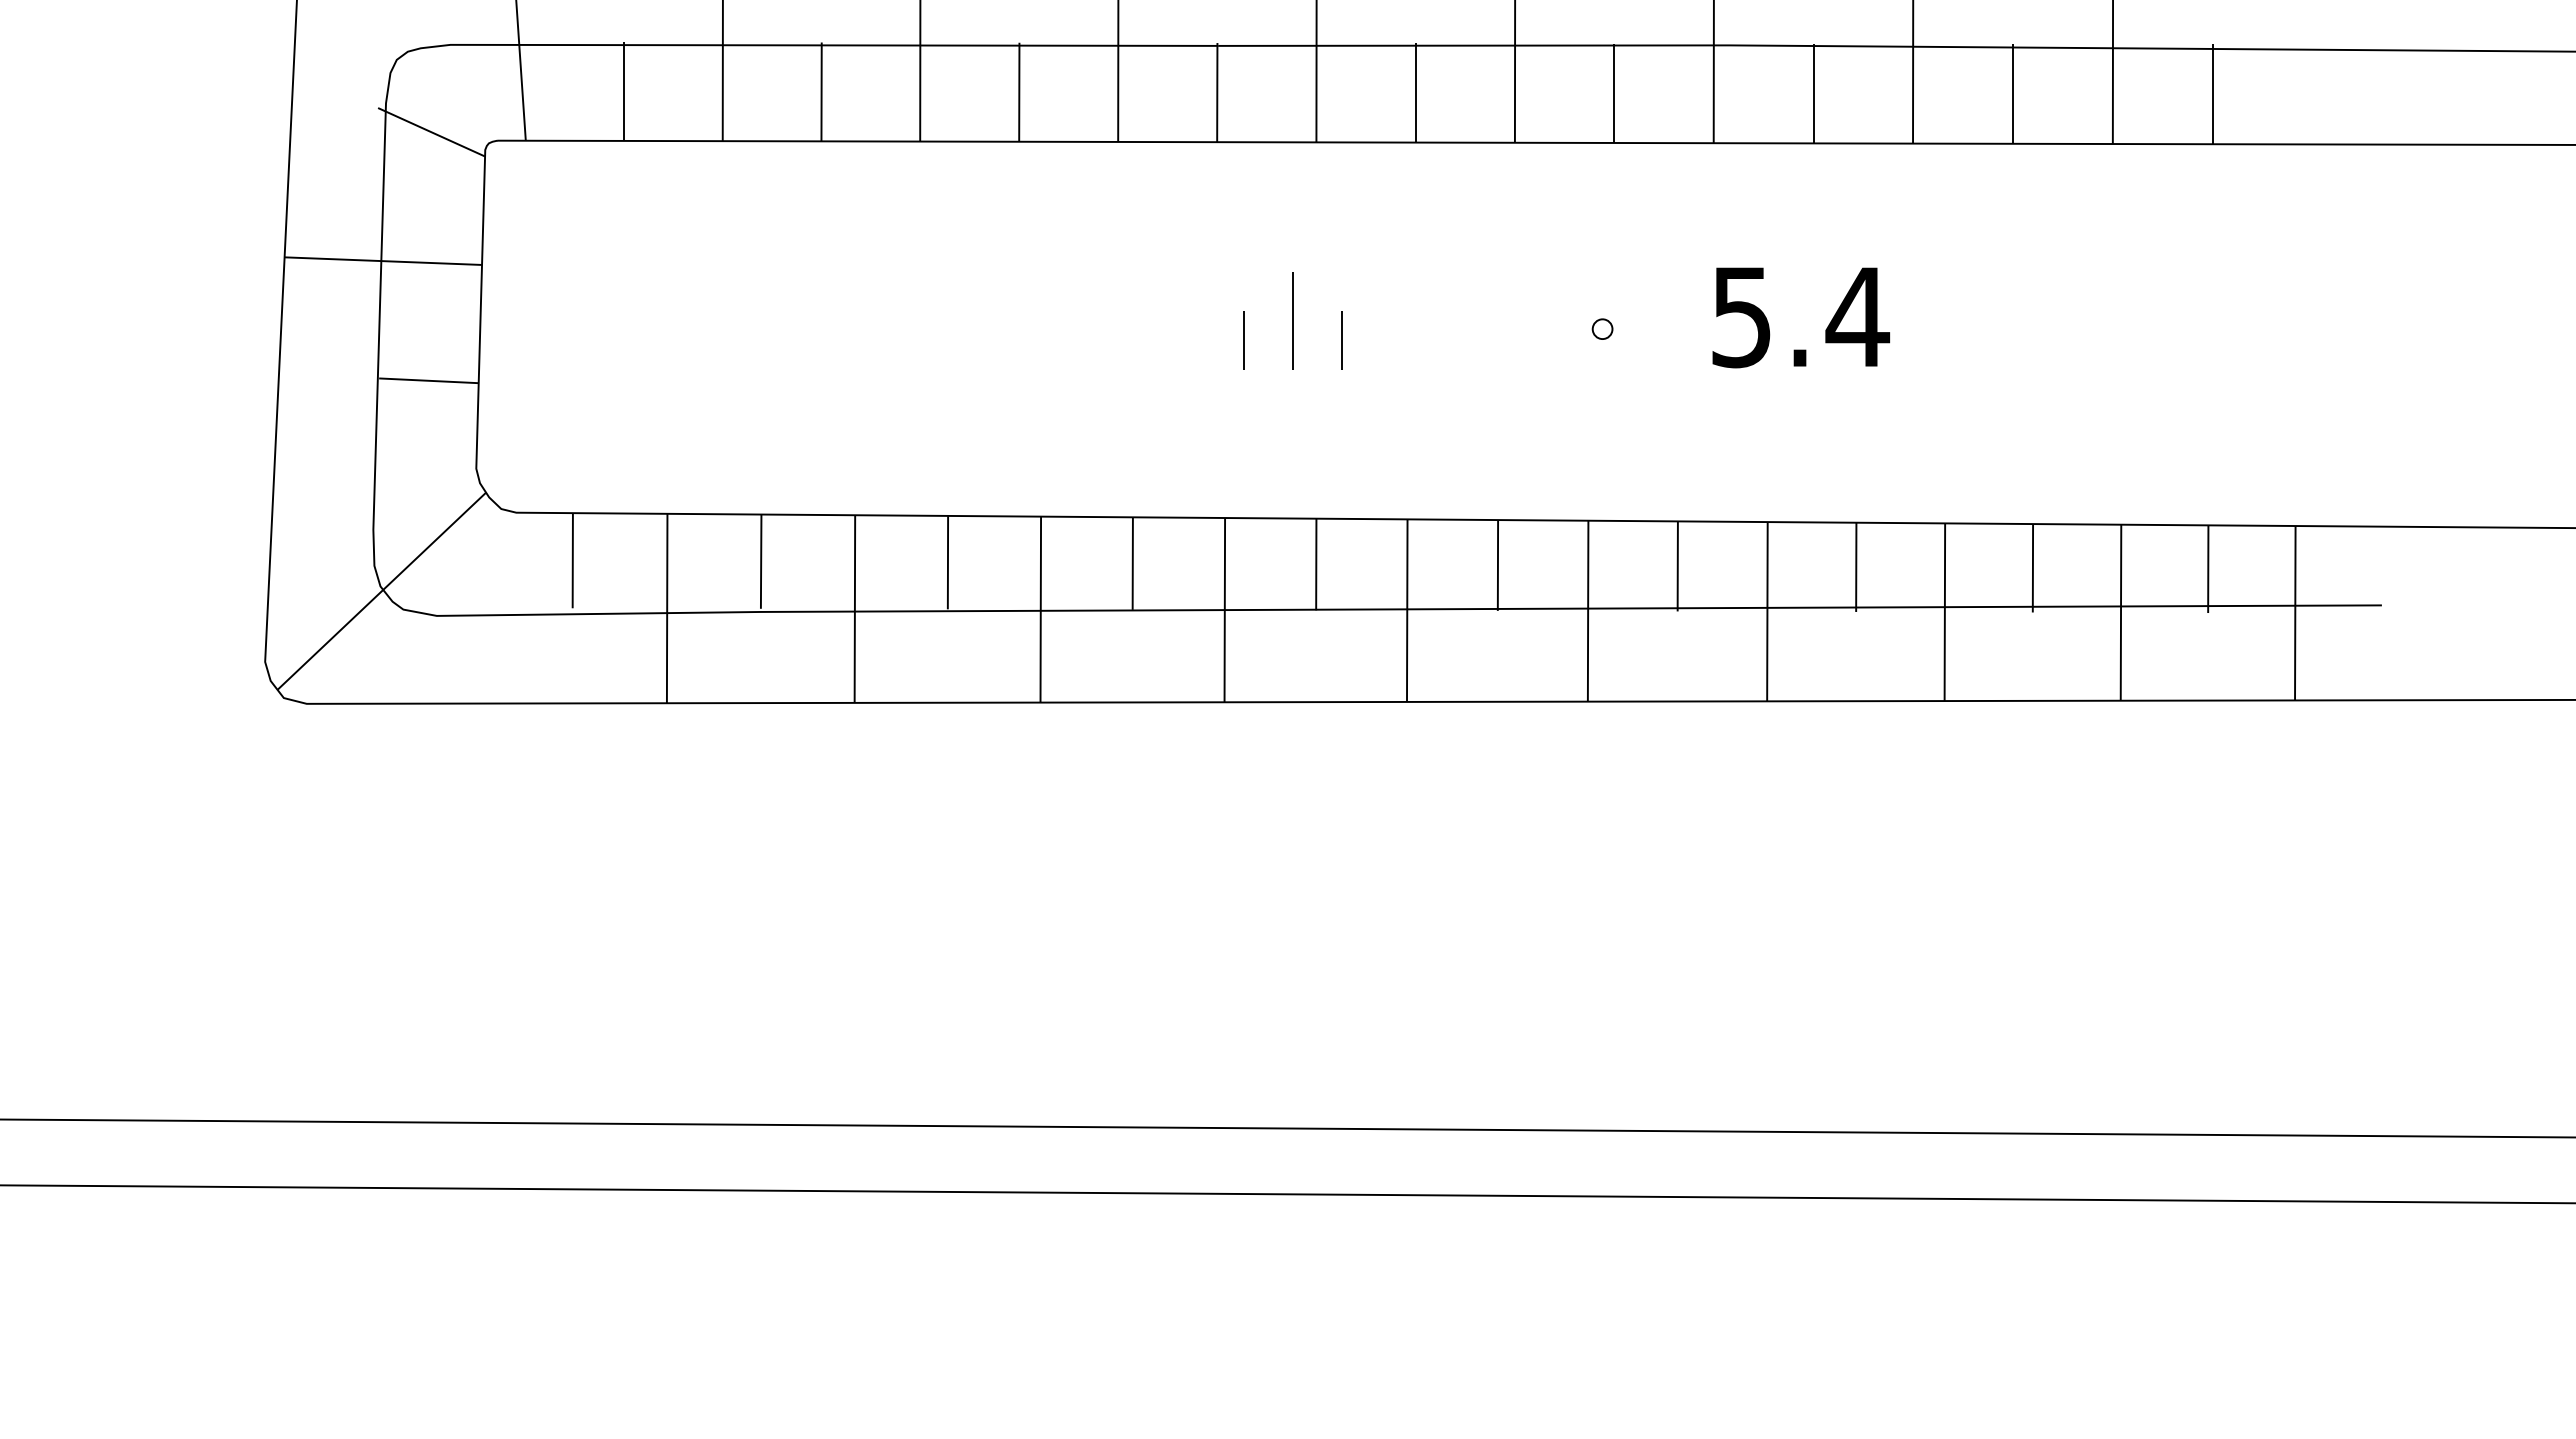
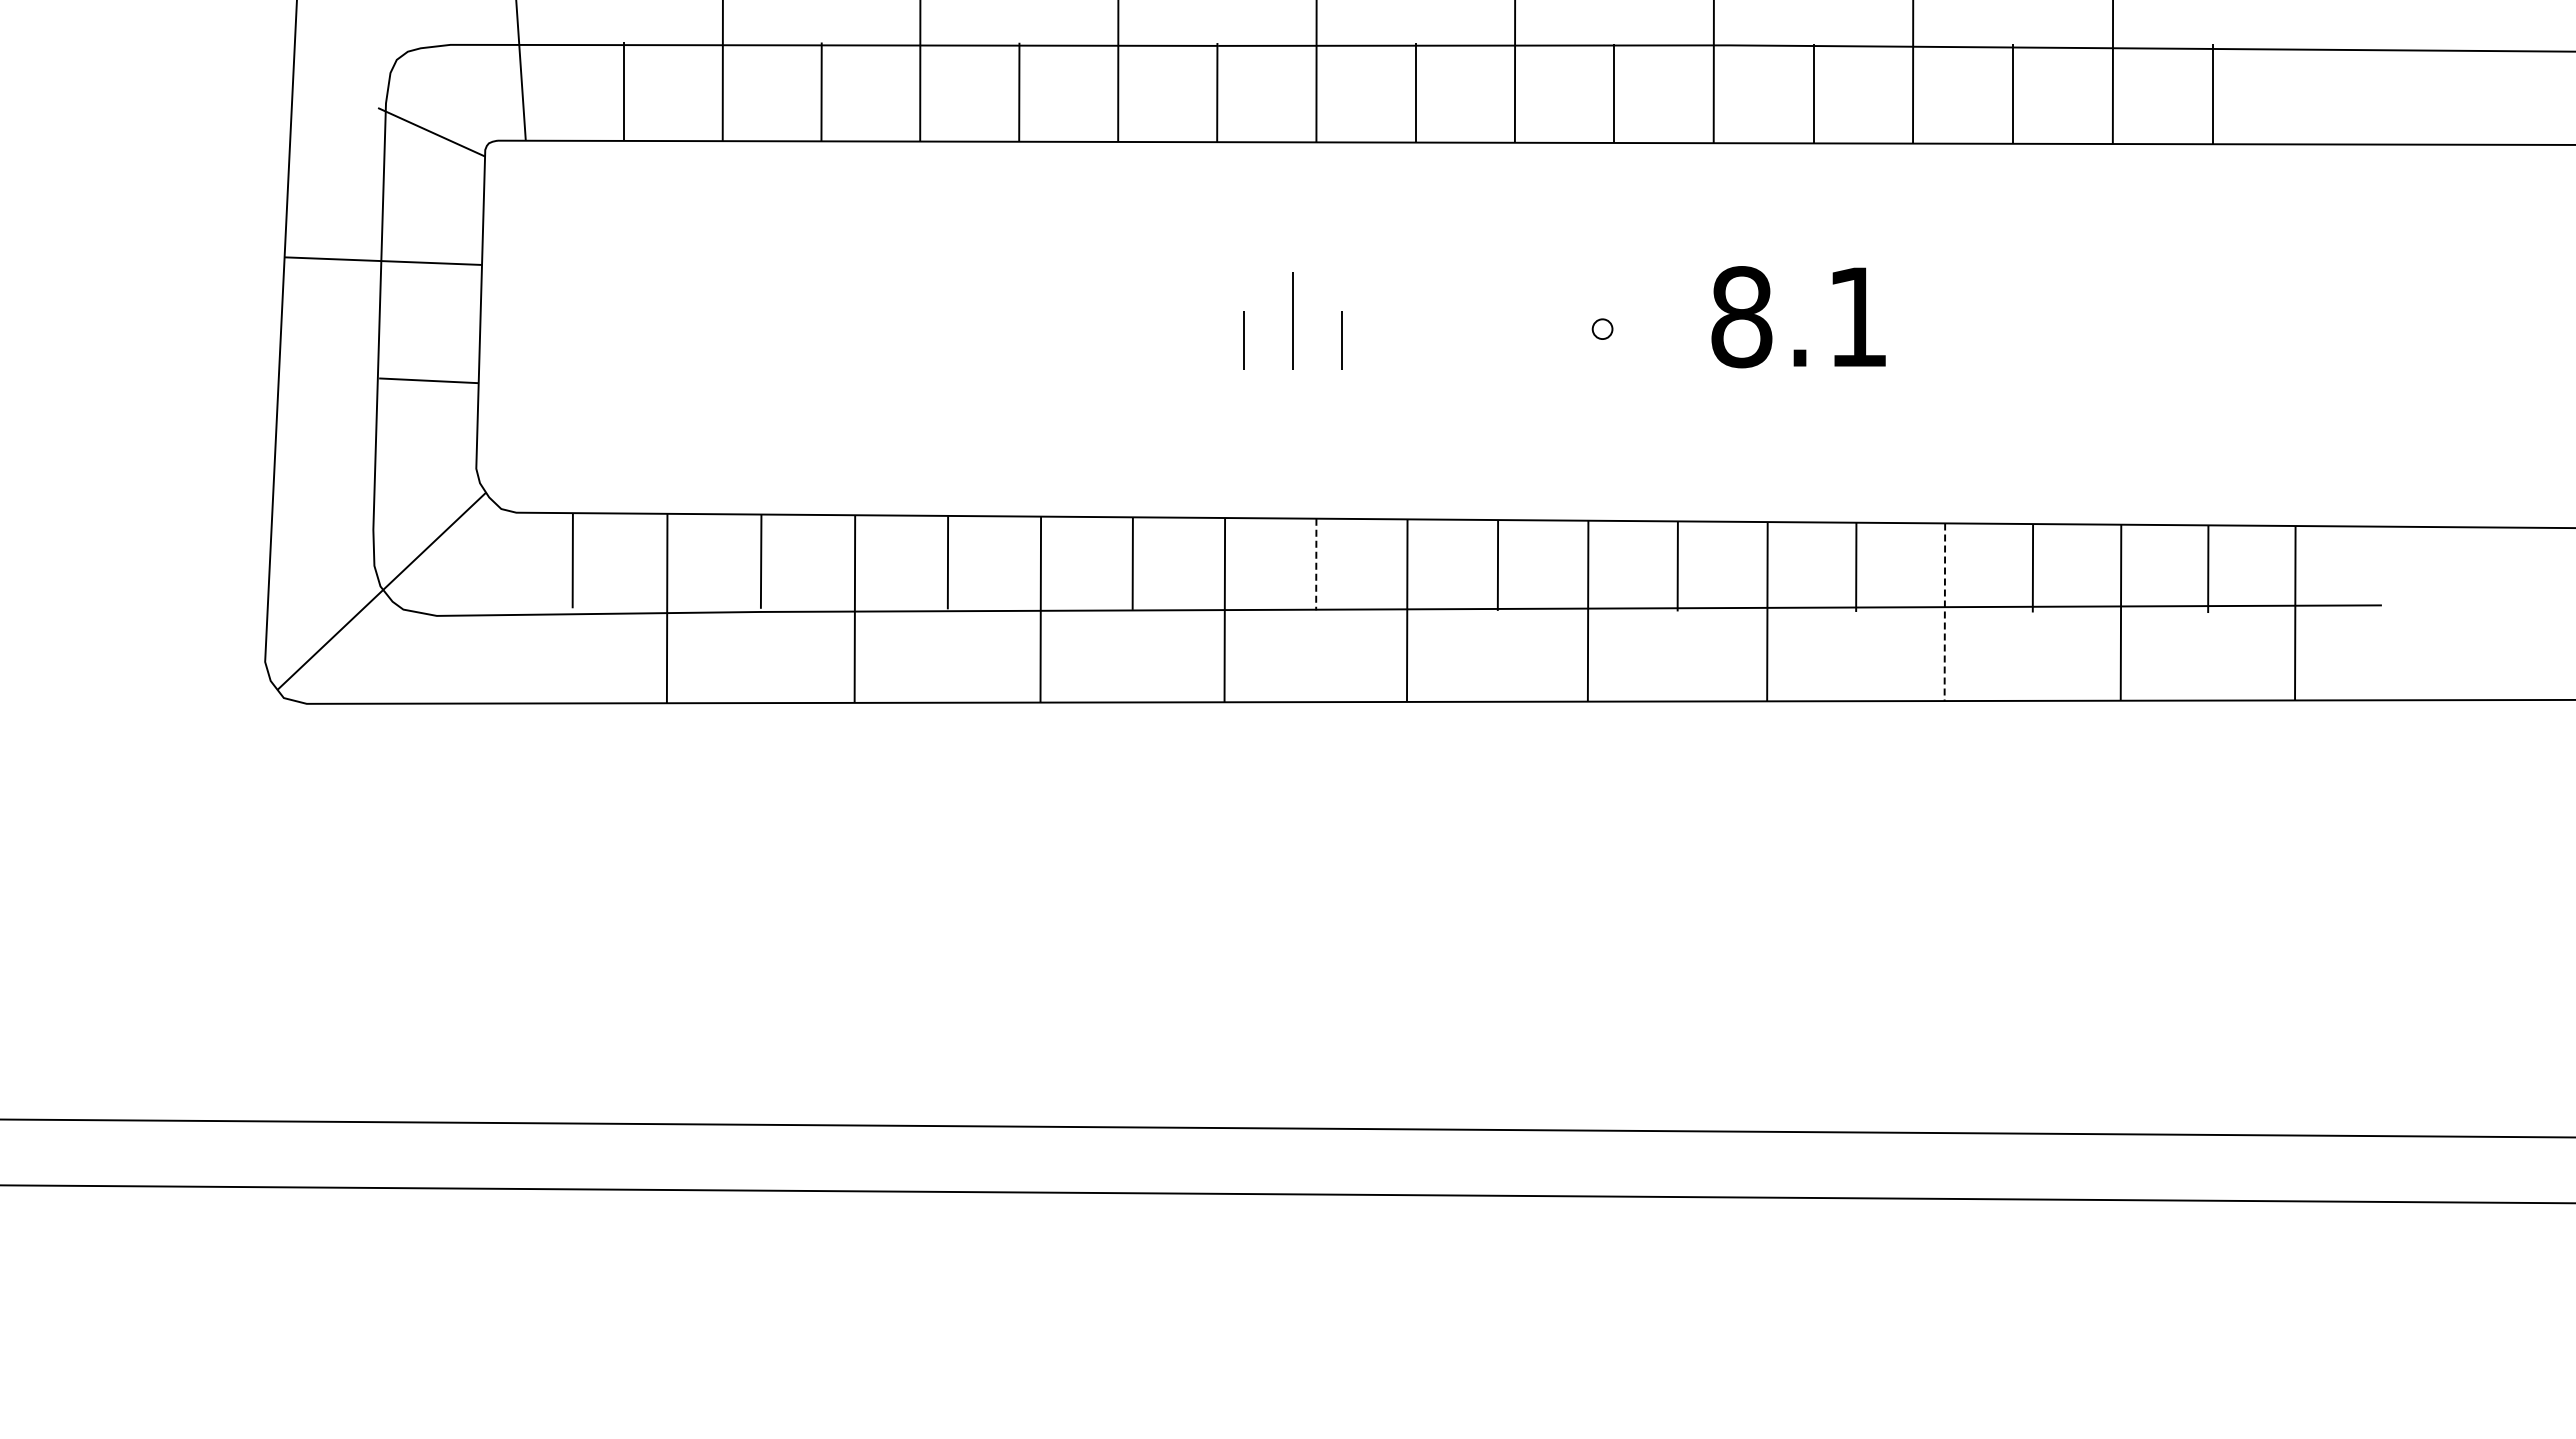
text at (1800, 317): 5.4 -> 8.1
line at (1316, 564): solid -> dashed
line at (1944, 612): solid -> dashed
